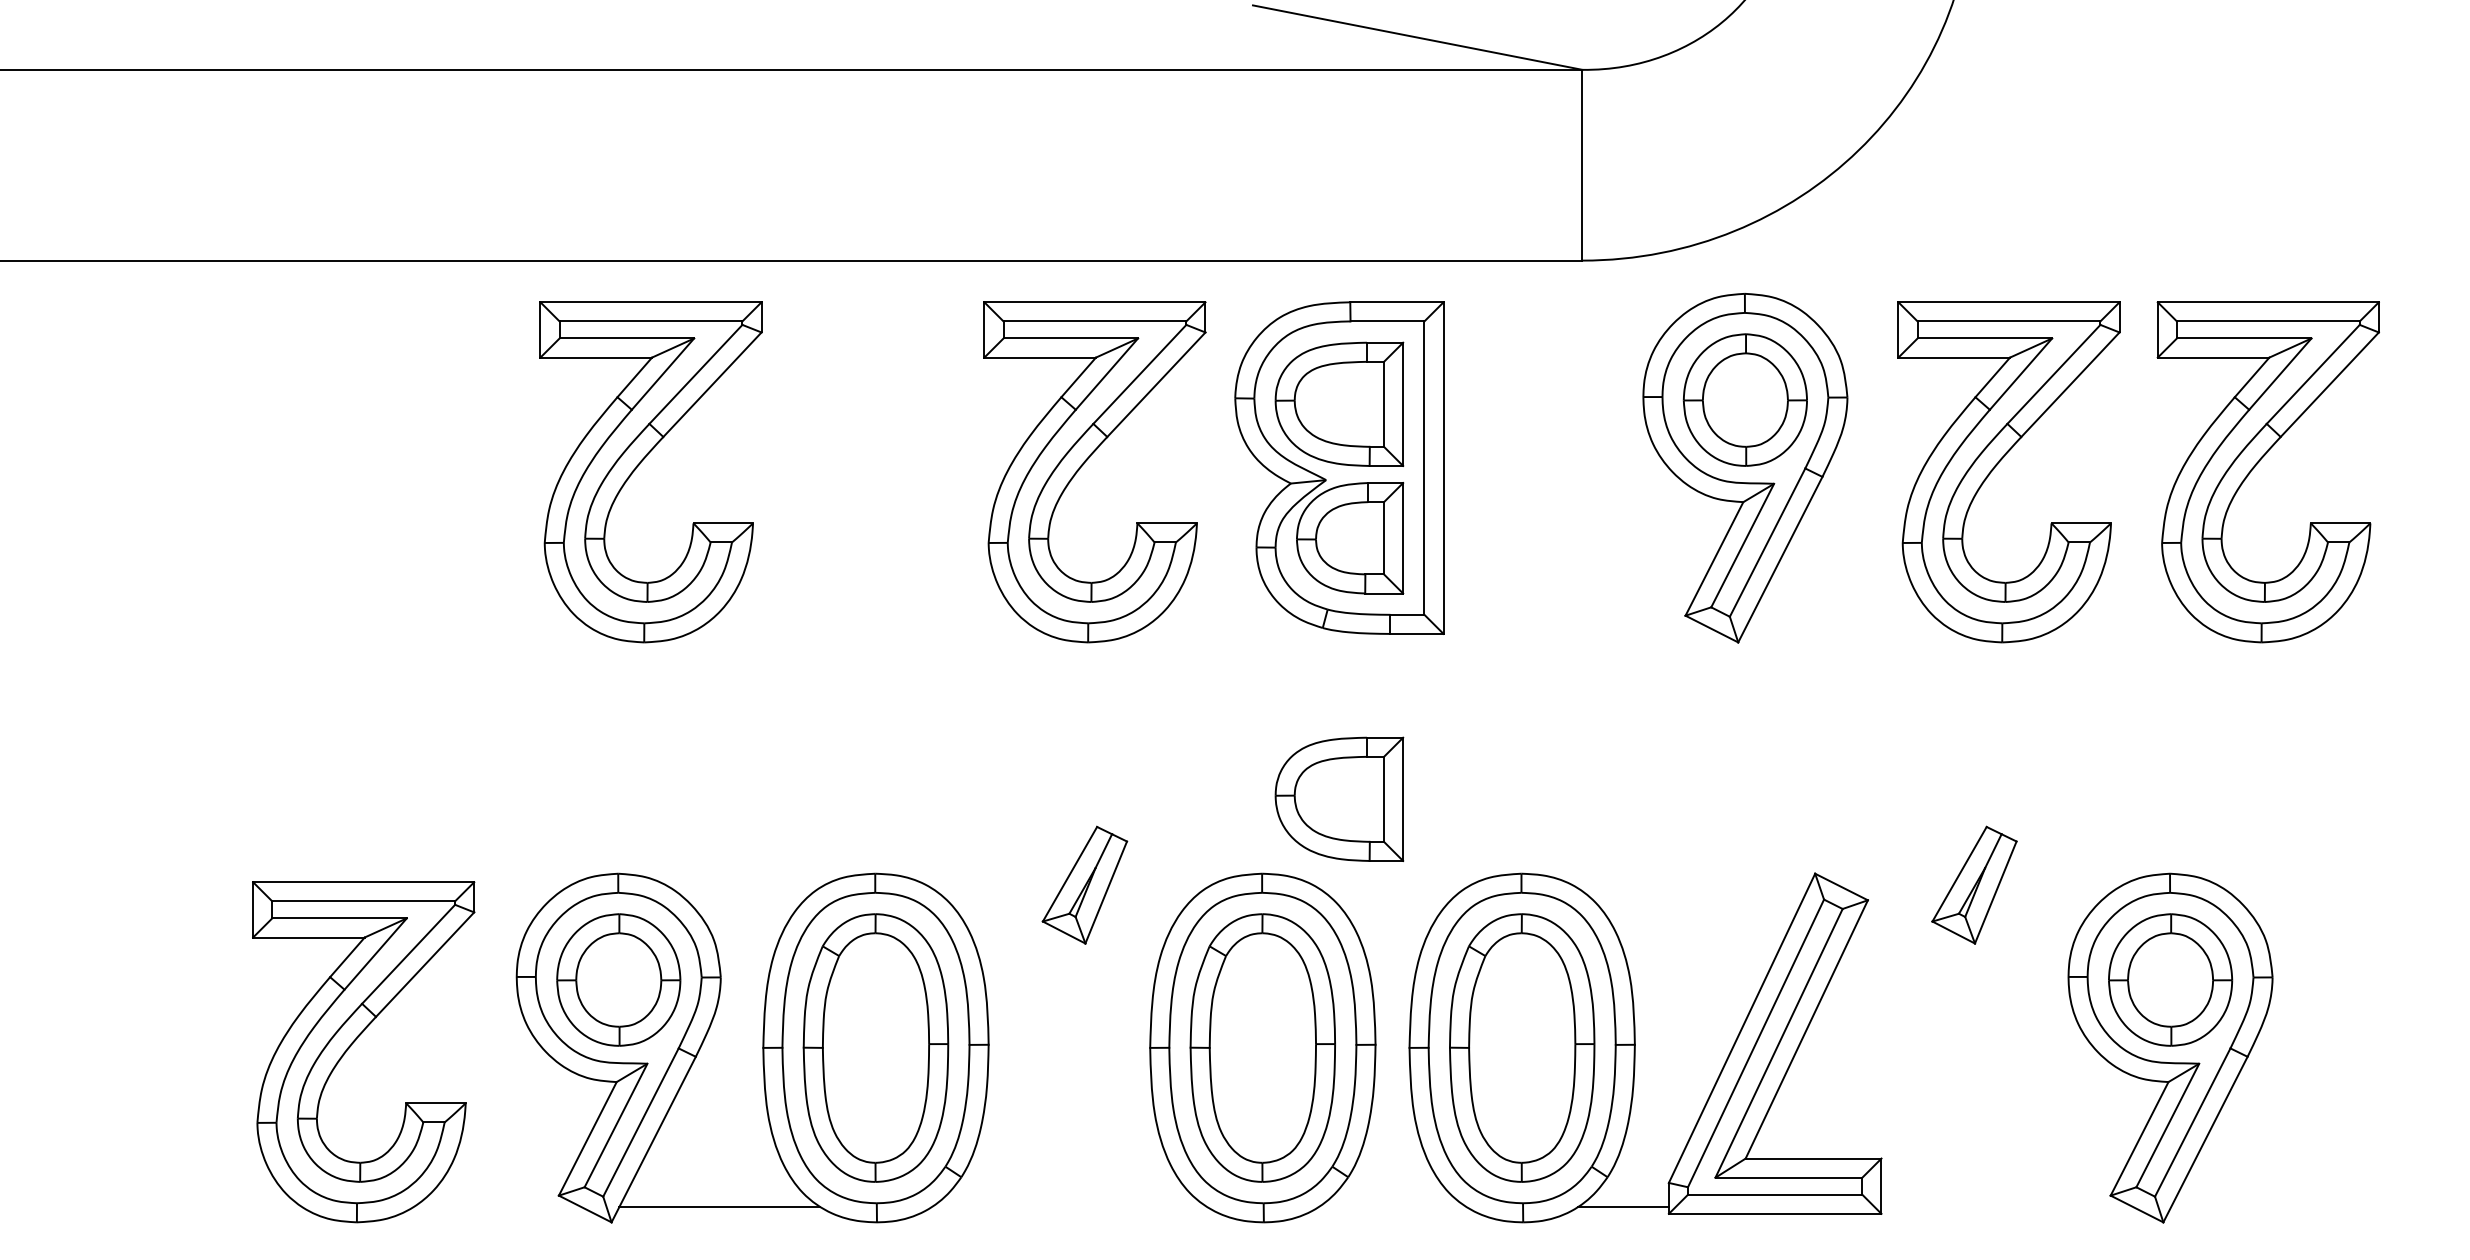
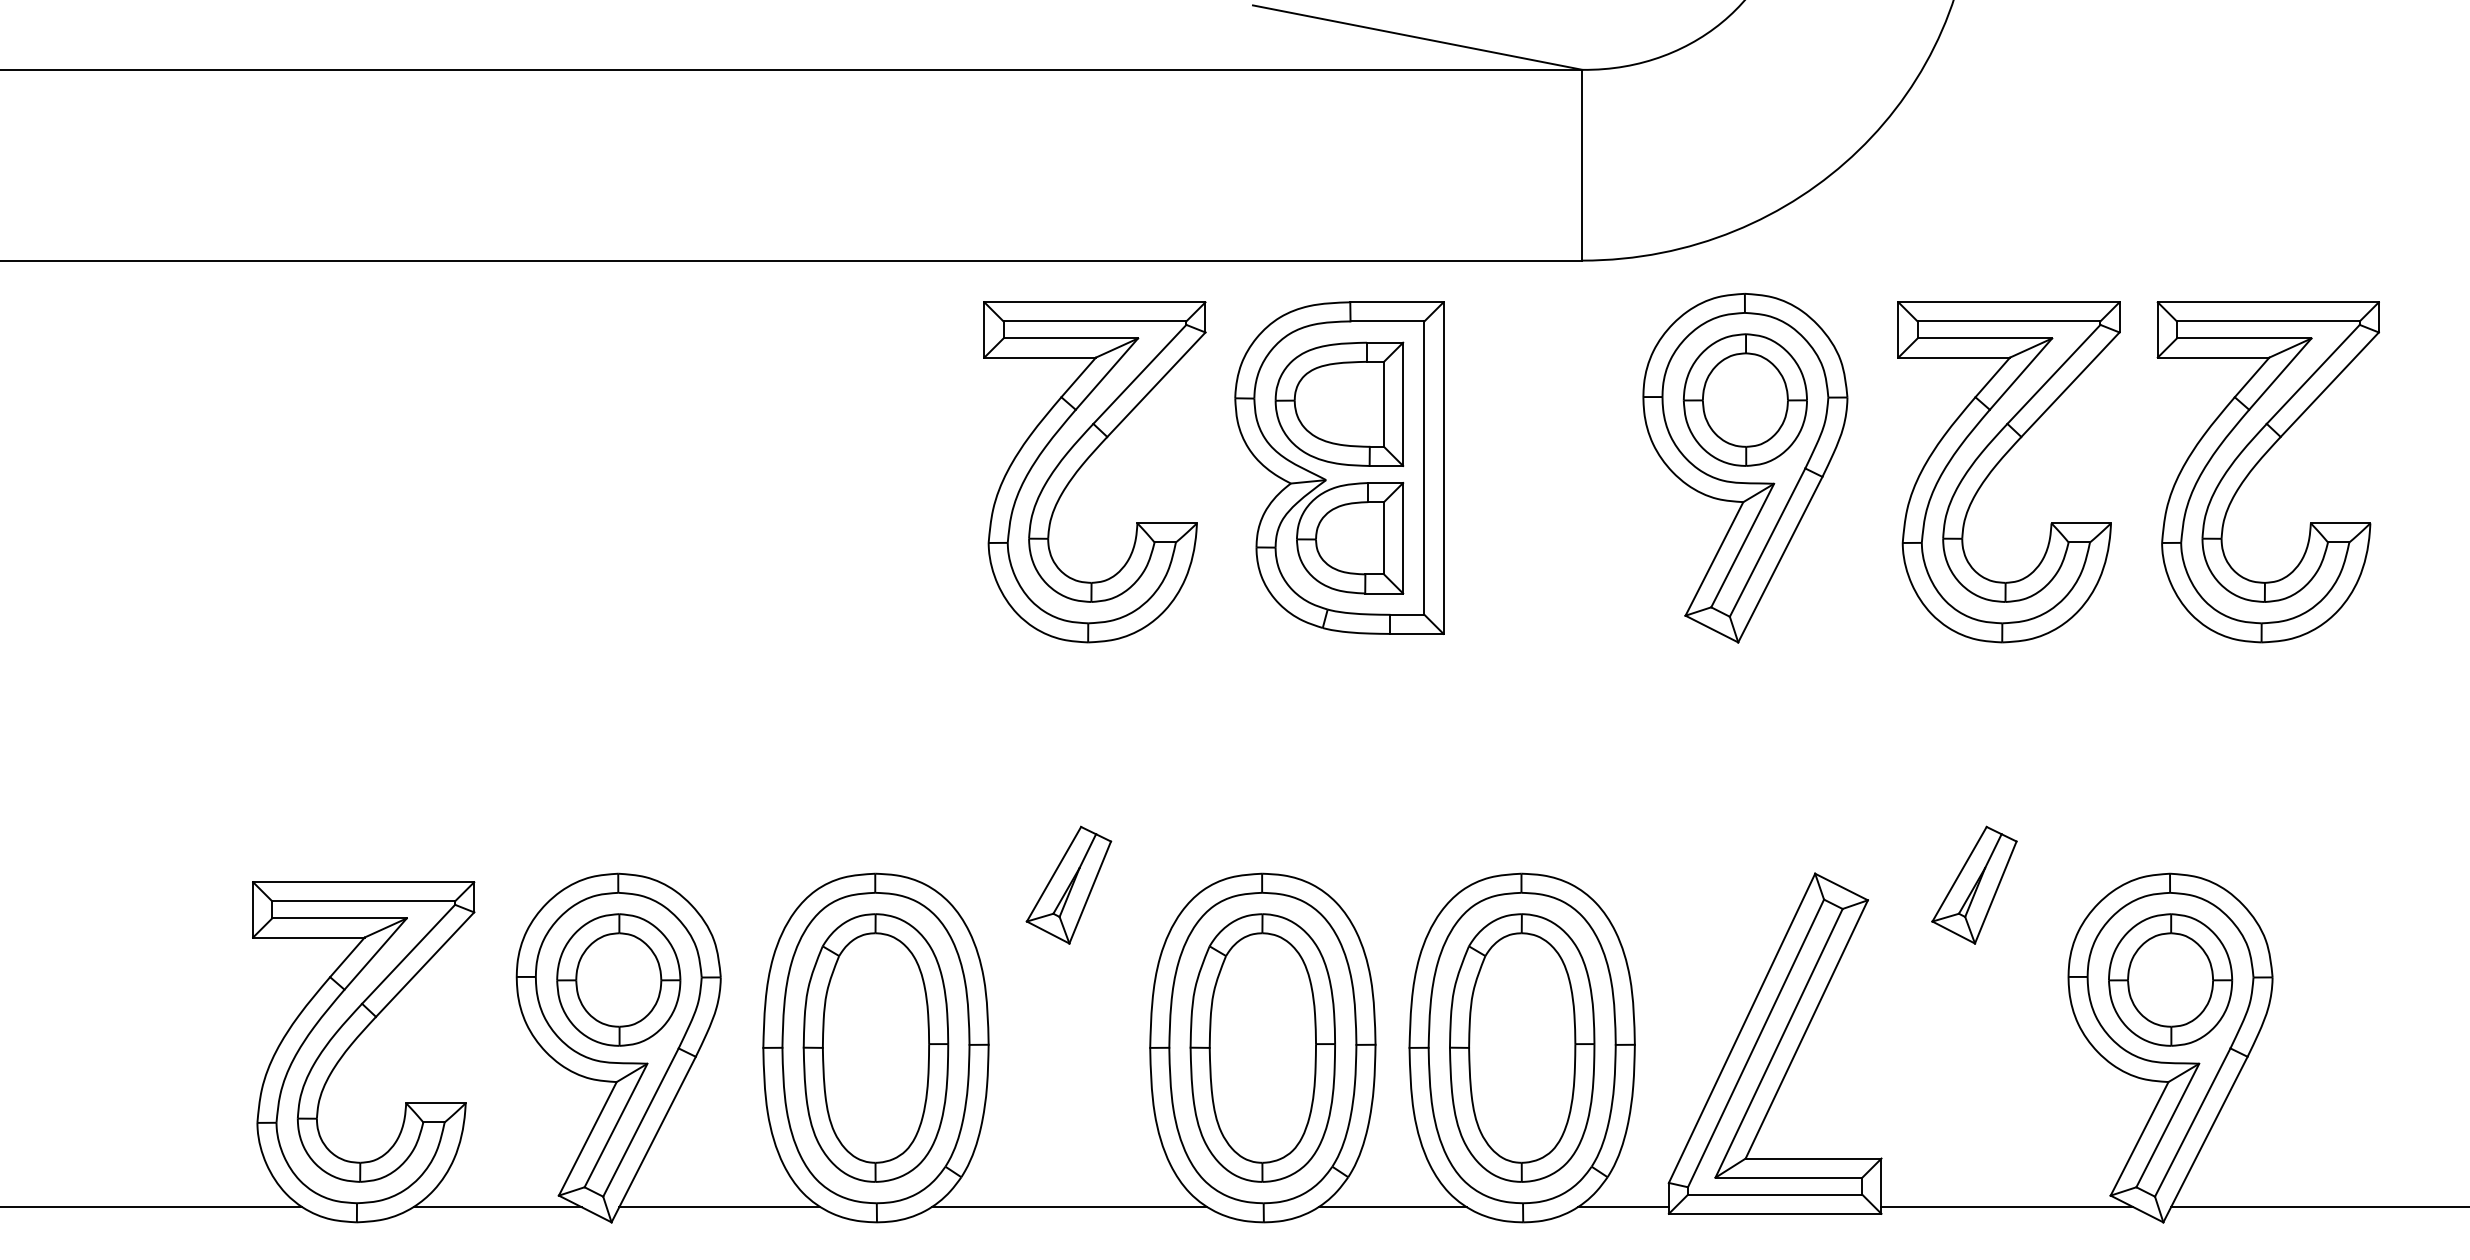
part at (640, 464): present -> none
part at (1339, 798): present -> none
part at (1084, 884) position: (1084, 884) -> (1068, 884)
line at (152, 1207): none -> present
line at (497, 1207): none -> present
line at (1069, 1207): none -> present
line at (1392, 1207): none -> present
line at (2007, 1207): none -> present
line at (2318, 1207): none -> present
